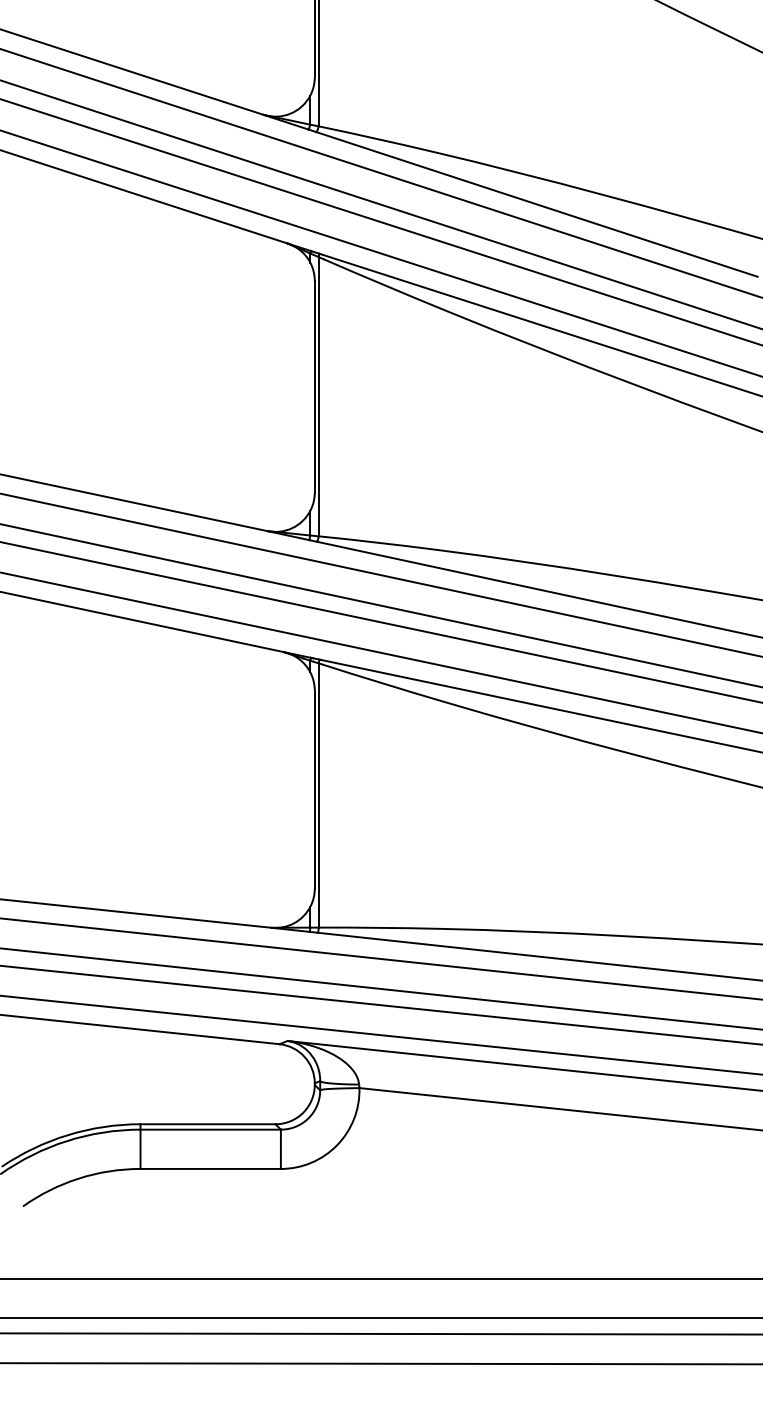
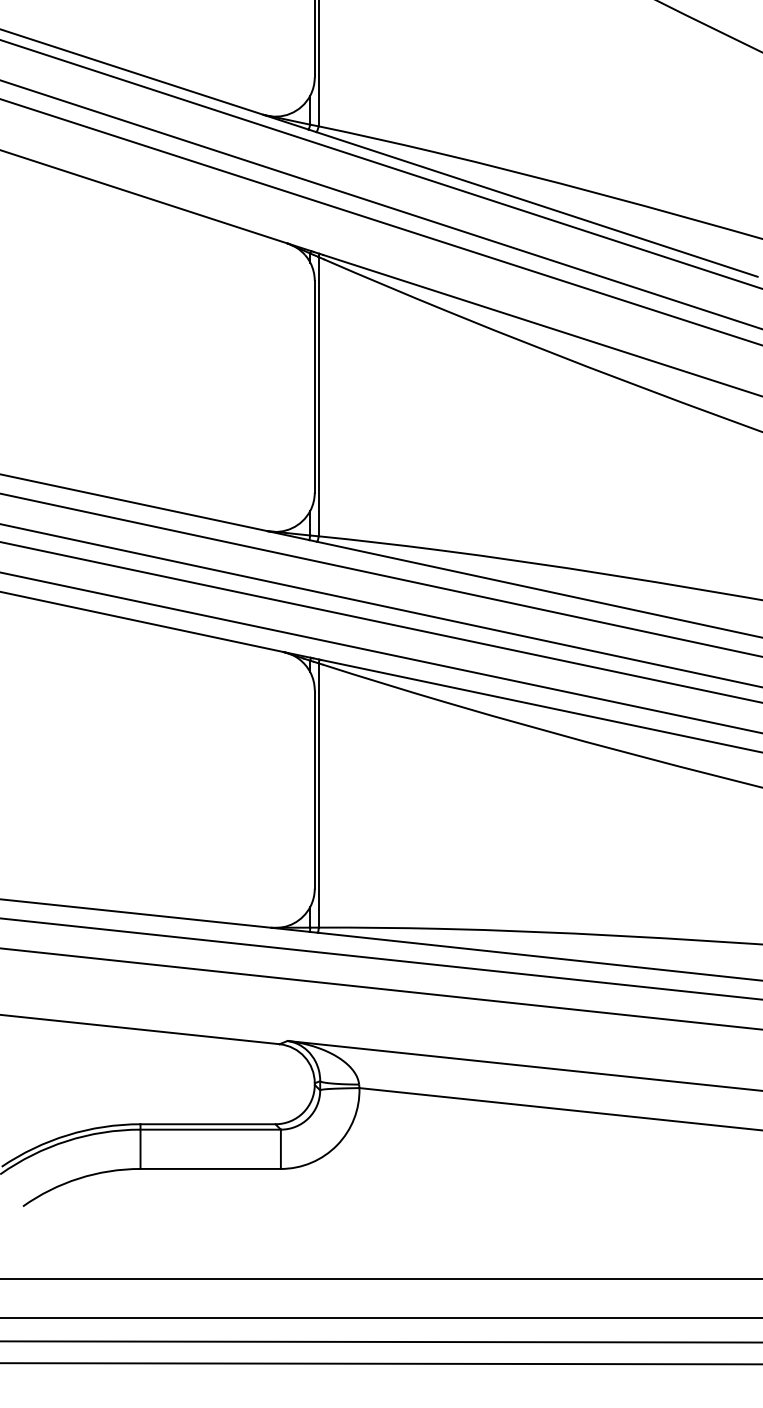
line at (380, 172) position: (380, 172) -> (380, 163)
line at (380, 253): present -> none
line at (380, 1004): present -> none
line at (380, 1034): present -> none
line at (380, 1333) position: (380, 1333) -> (380, 1341)
